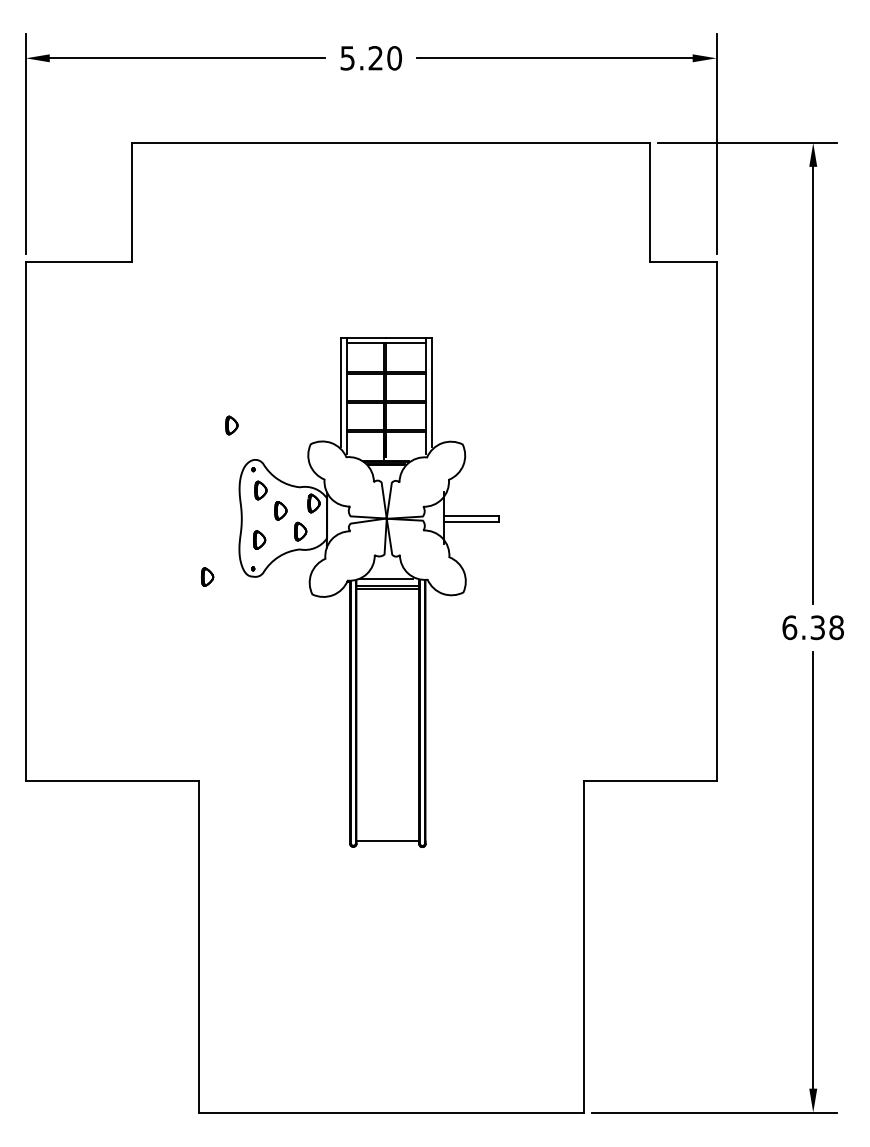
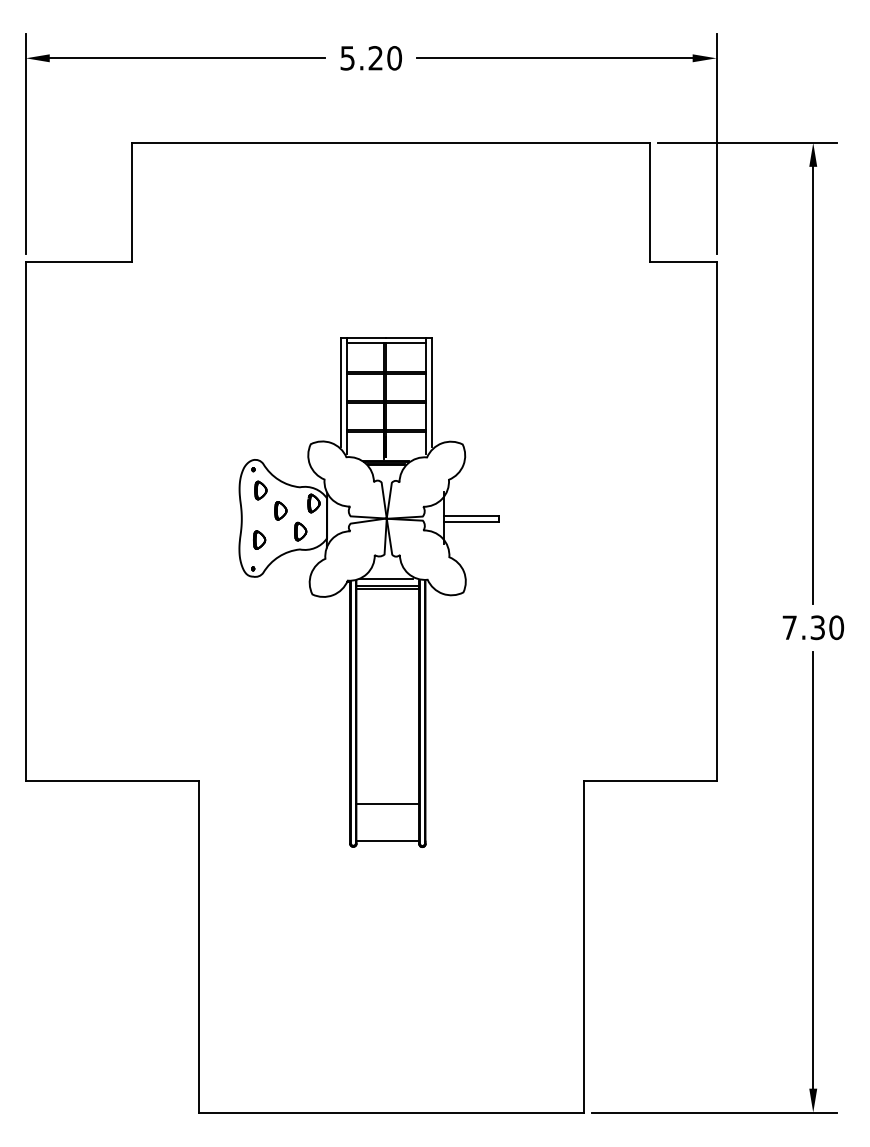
part at (231, 425): present -> none
part at (207, 576): present -> none
text at (813, 627): 6.38 -> 7.30
line at (387, 804): none -> present
